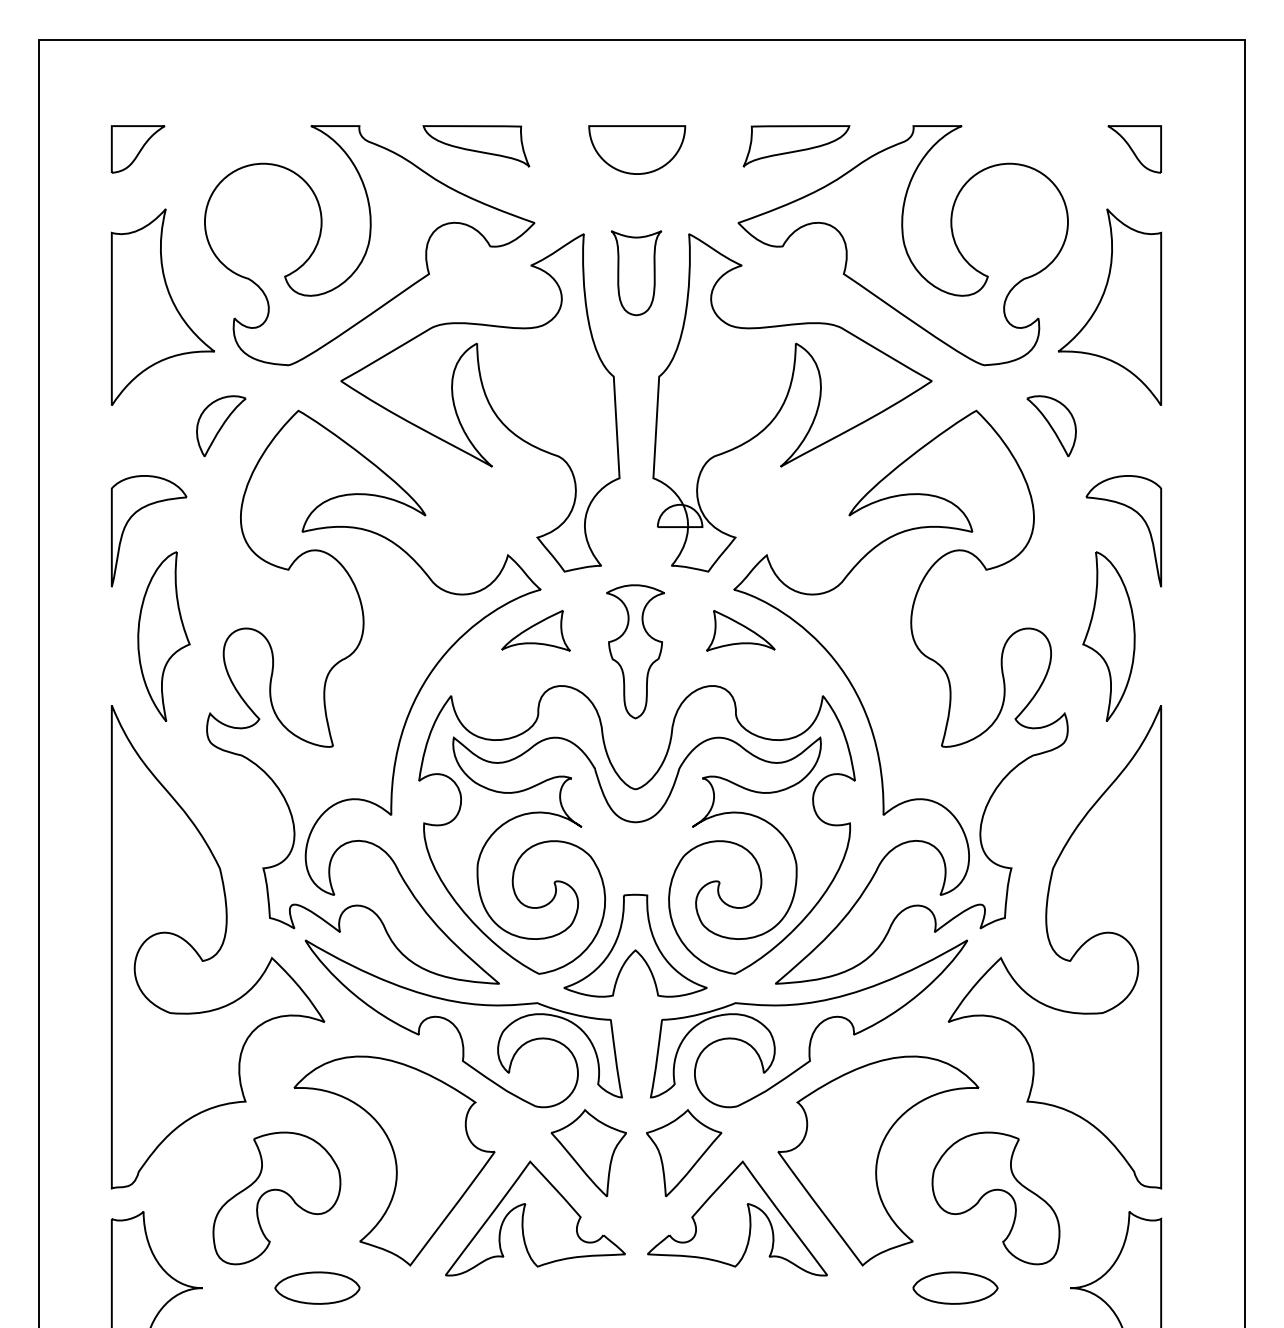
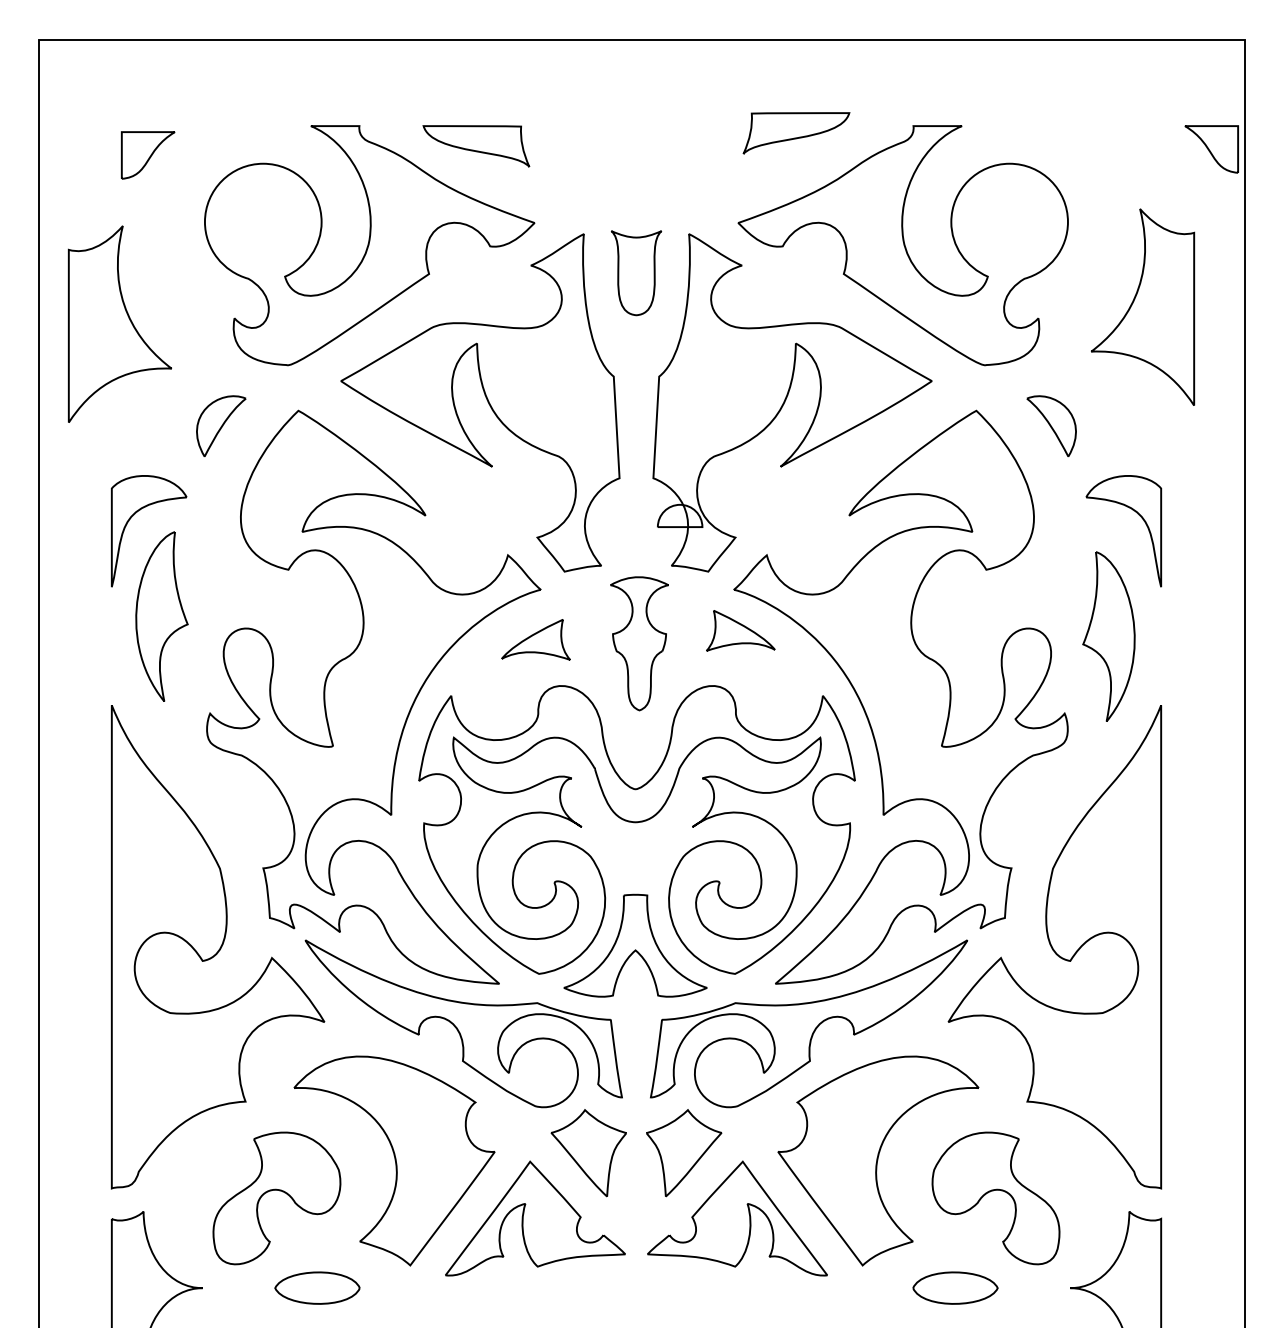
part at (796, 146) position: (796, 146) -> (796, 133)
part at (137, 149) position: (137, 149) -> (147, 155)
part at (637, 149): present -> none
part at (1134, 149) position: (1134, 149) -> (1211, 149)
part at (162, 306) position: (162, 306) -> (119, 323)
part at (1110, 306) position: (1110, 306) -> (1143, 306)
part at (535, 630) position: (535, 630) -> (535, 639)
part at (163, 636) position: (163, 636) -> (161, 616)
part at (635, 651) position: (635, 651) -> (639, 643)
